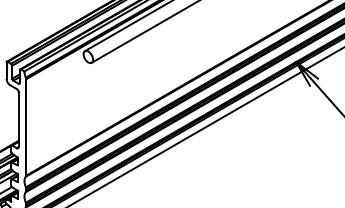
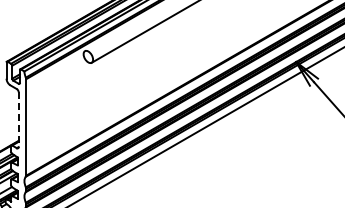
line at (127, 26): present -> none
line at (18, 120): solid -> dashed
